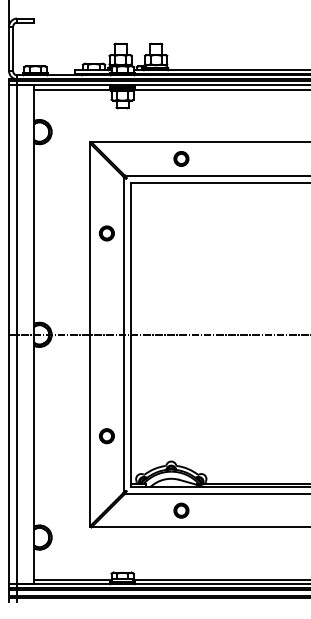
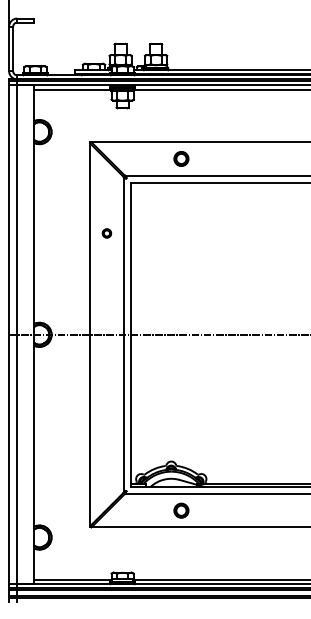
circle at (106, 233) size: 16x17 px -> 12x11 px
part at (106, 436): present -> none
